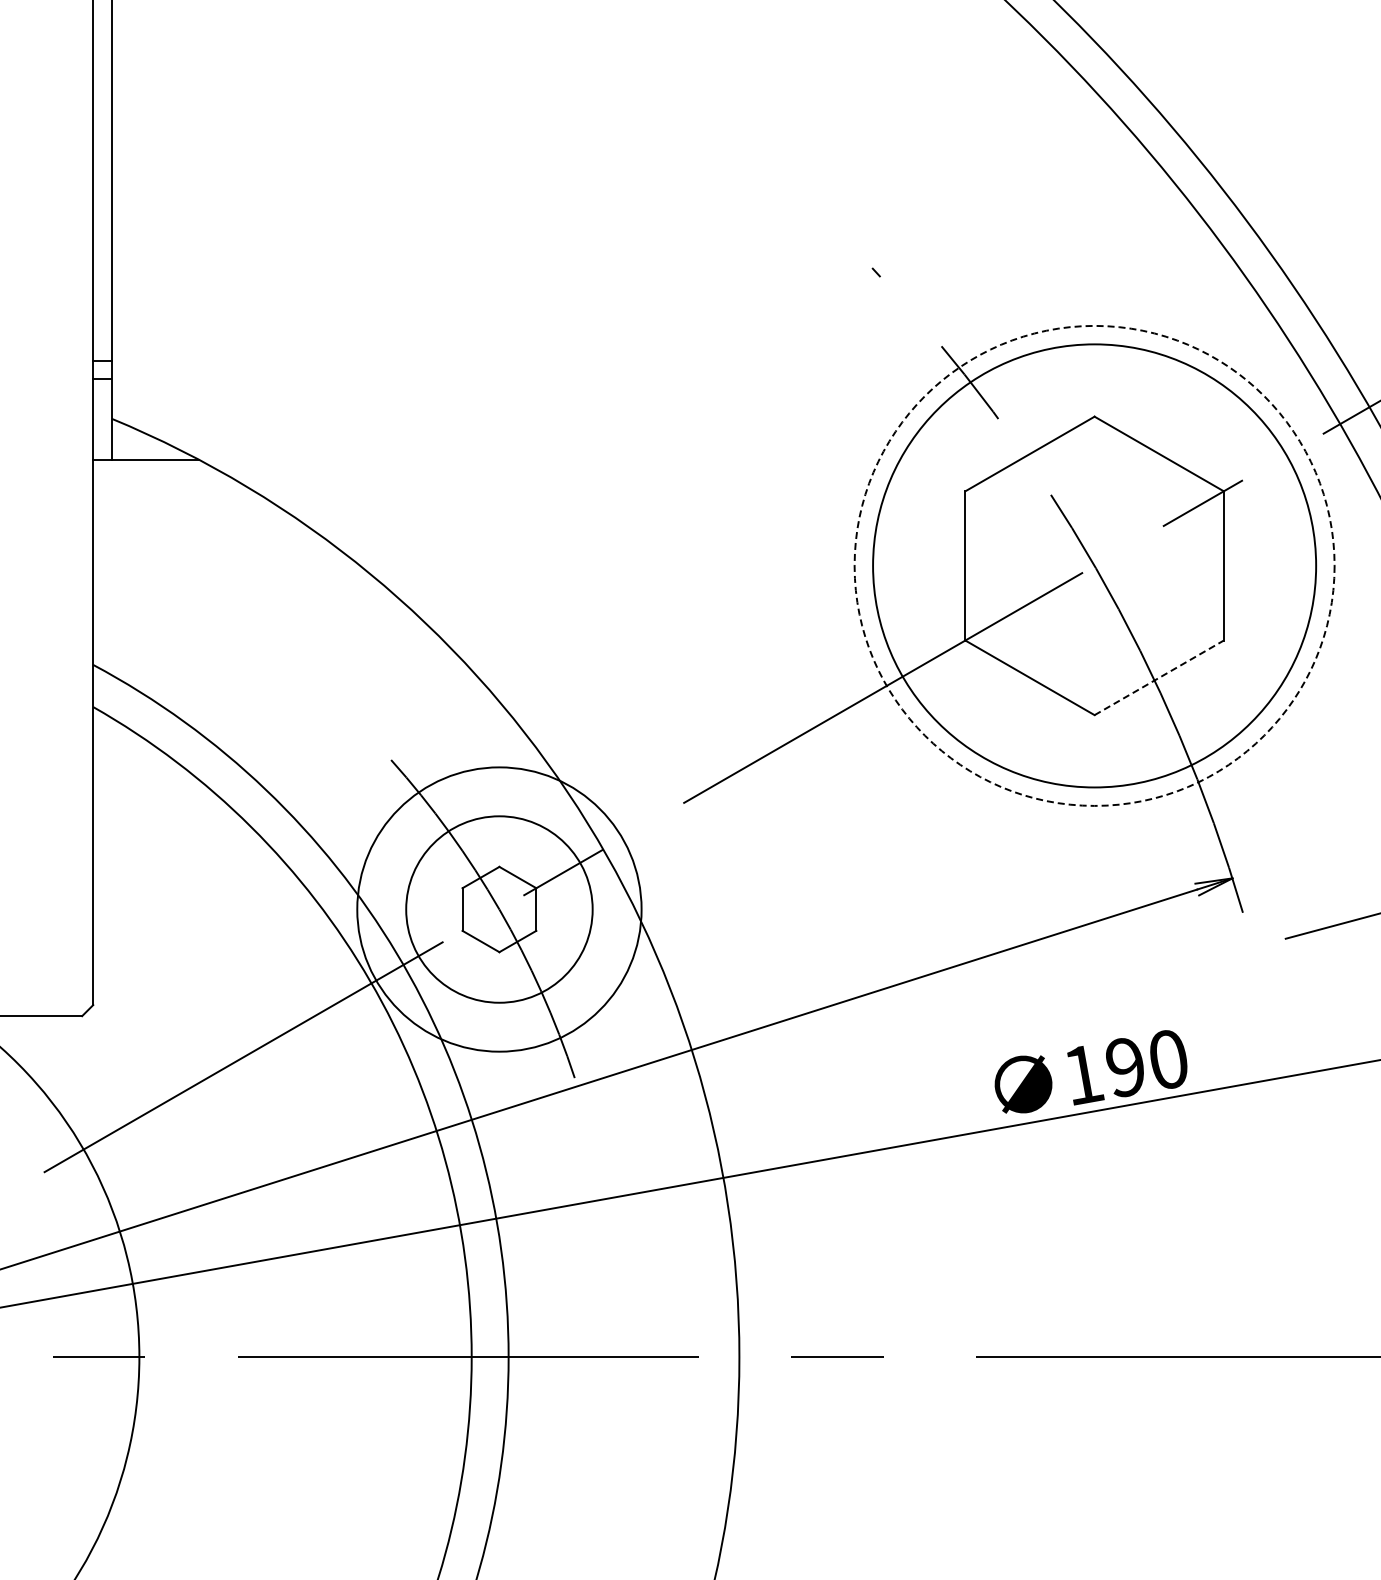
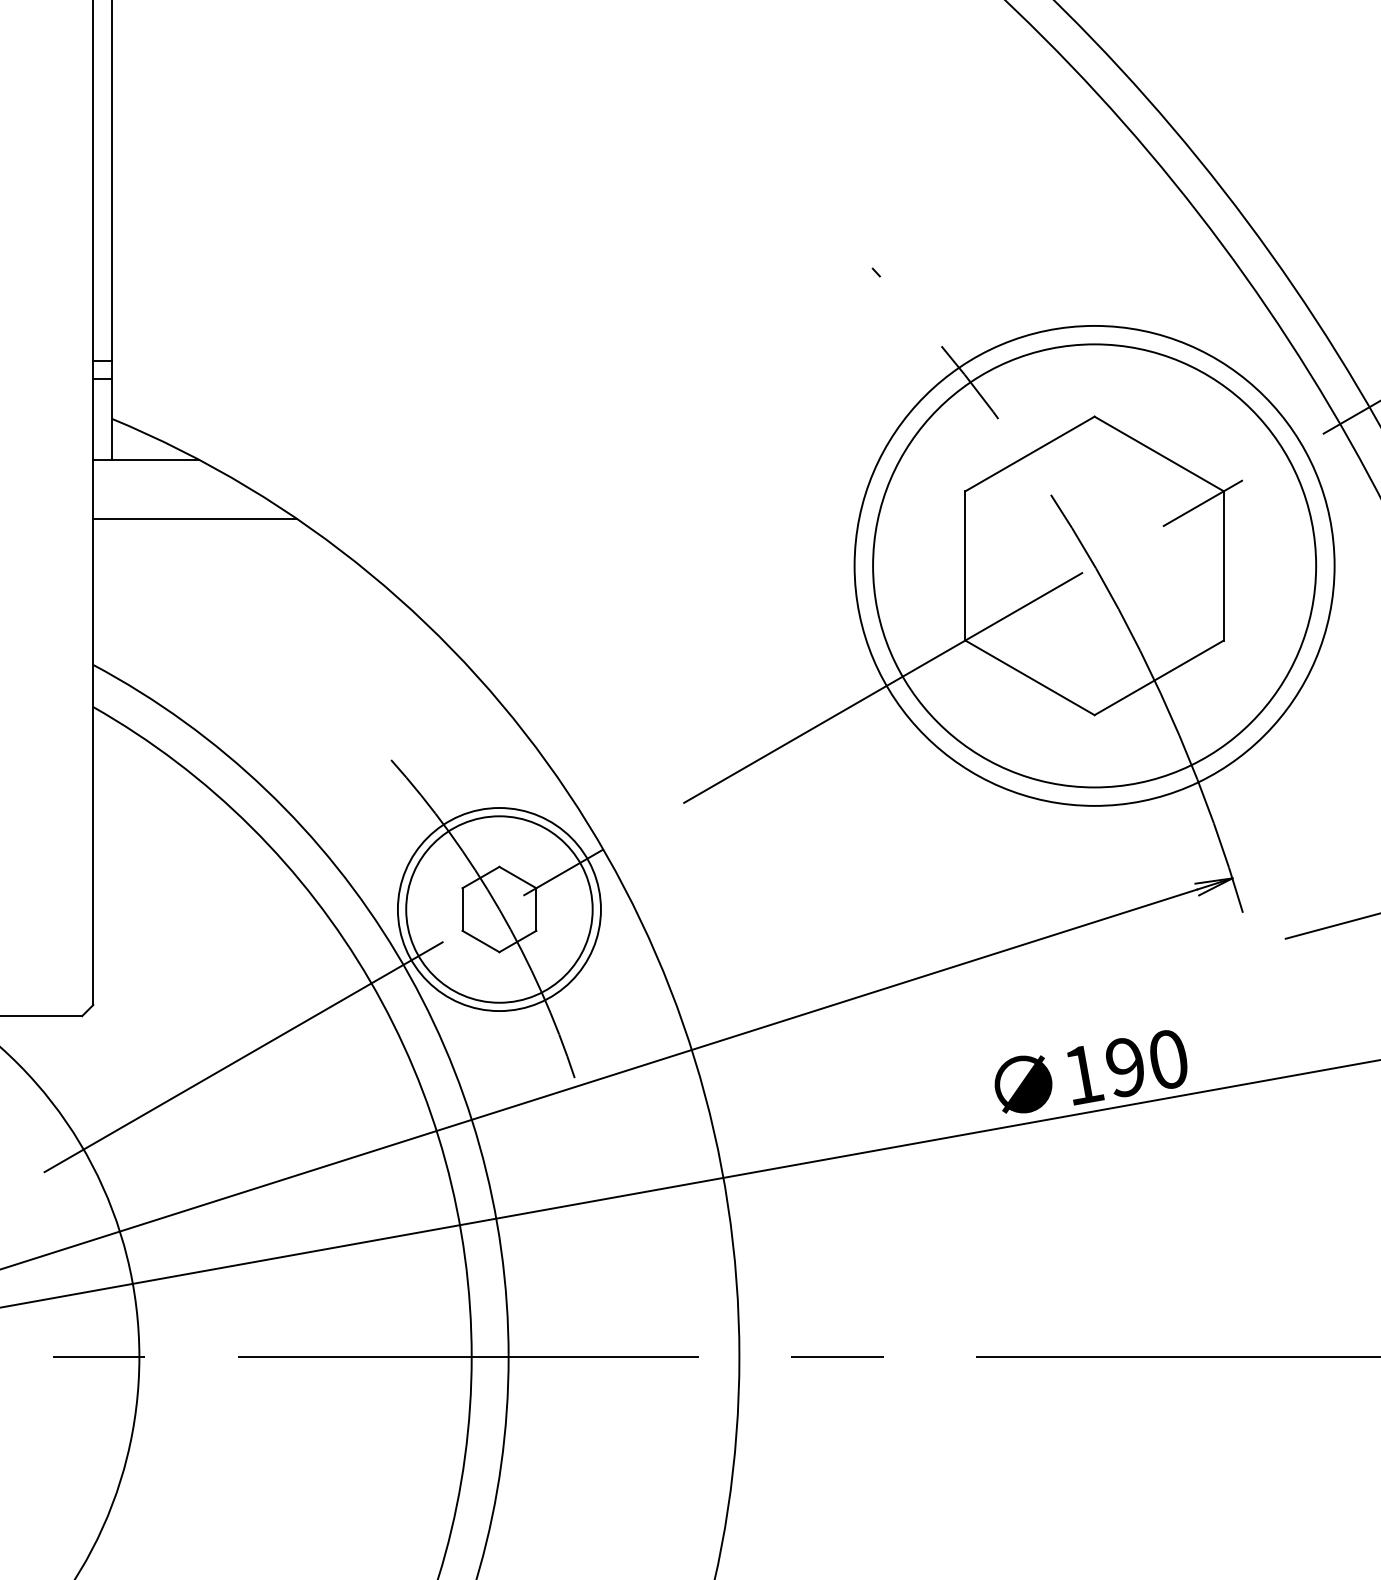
line at (194, 518): none -> present
circle at (1094, 565): dashed -> solid
line at (1159, 677): dashed -> solid
circle at (499, 909) diameter: 284 px -> 203 px
